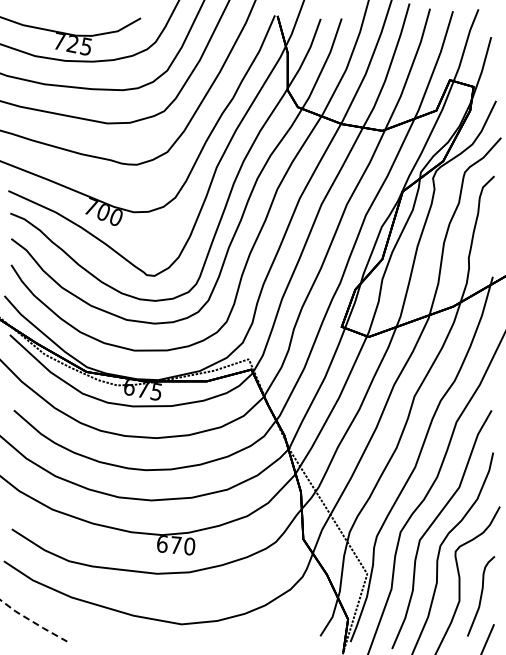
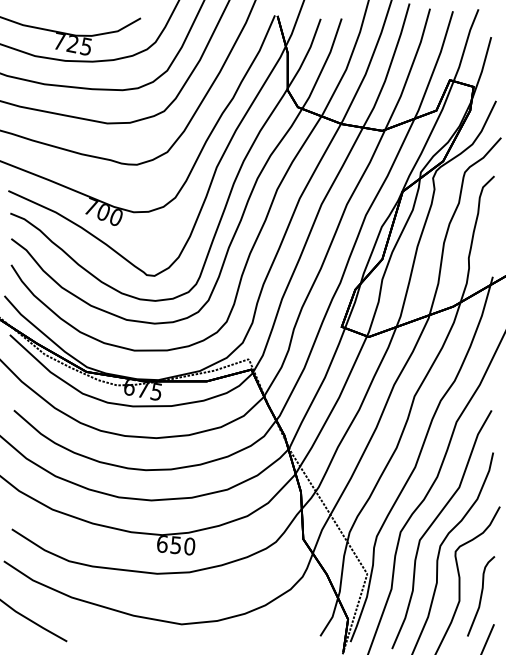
text at (175, 545): 670 -> 650
line at (33, 622): dashed -> solid
